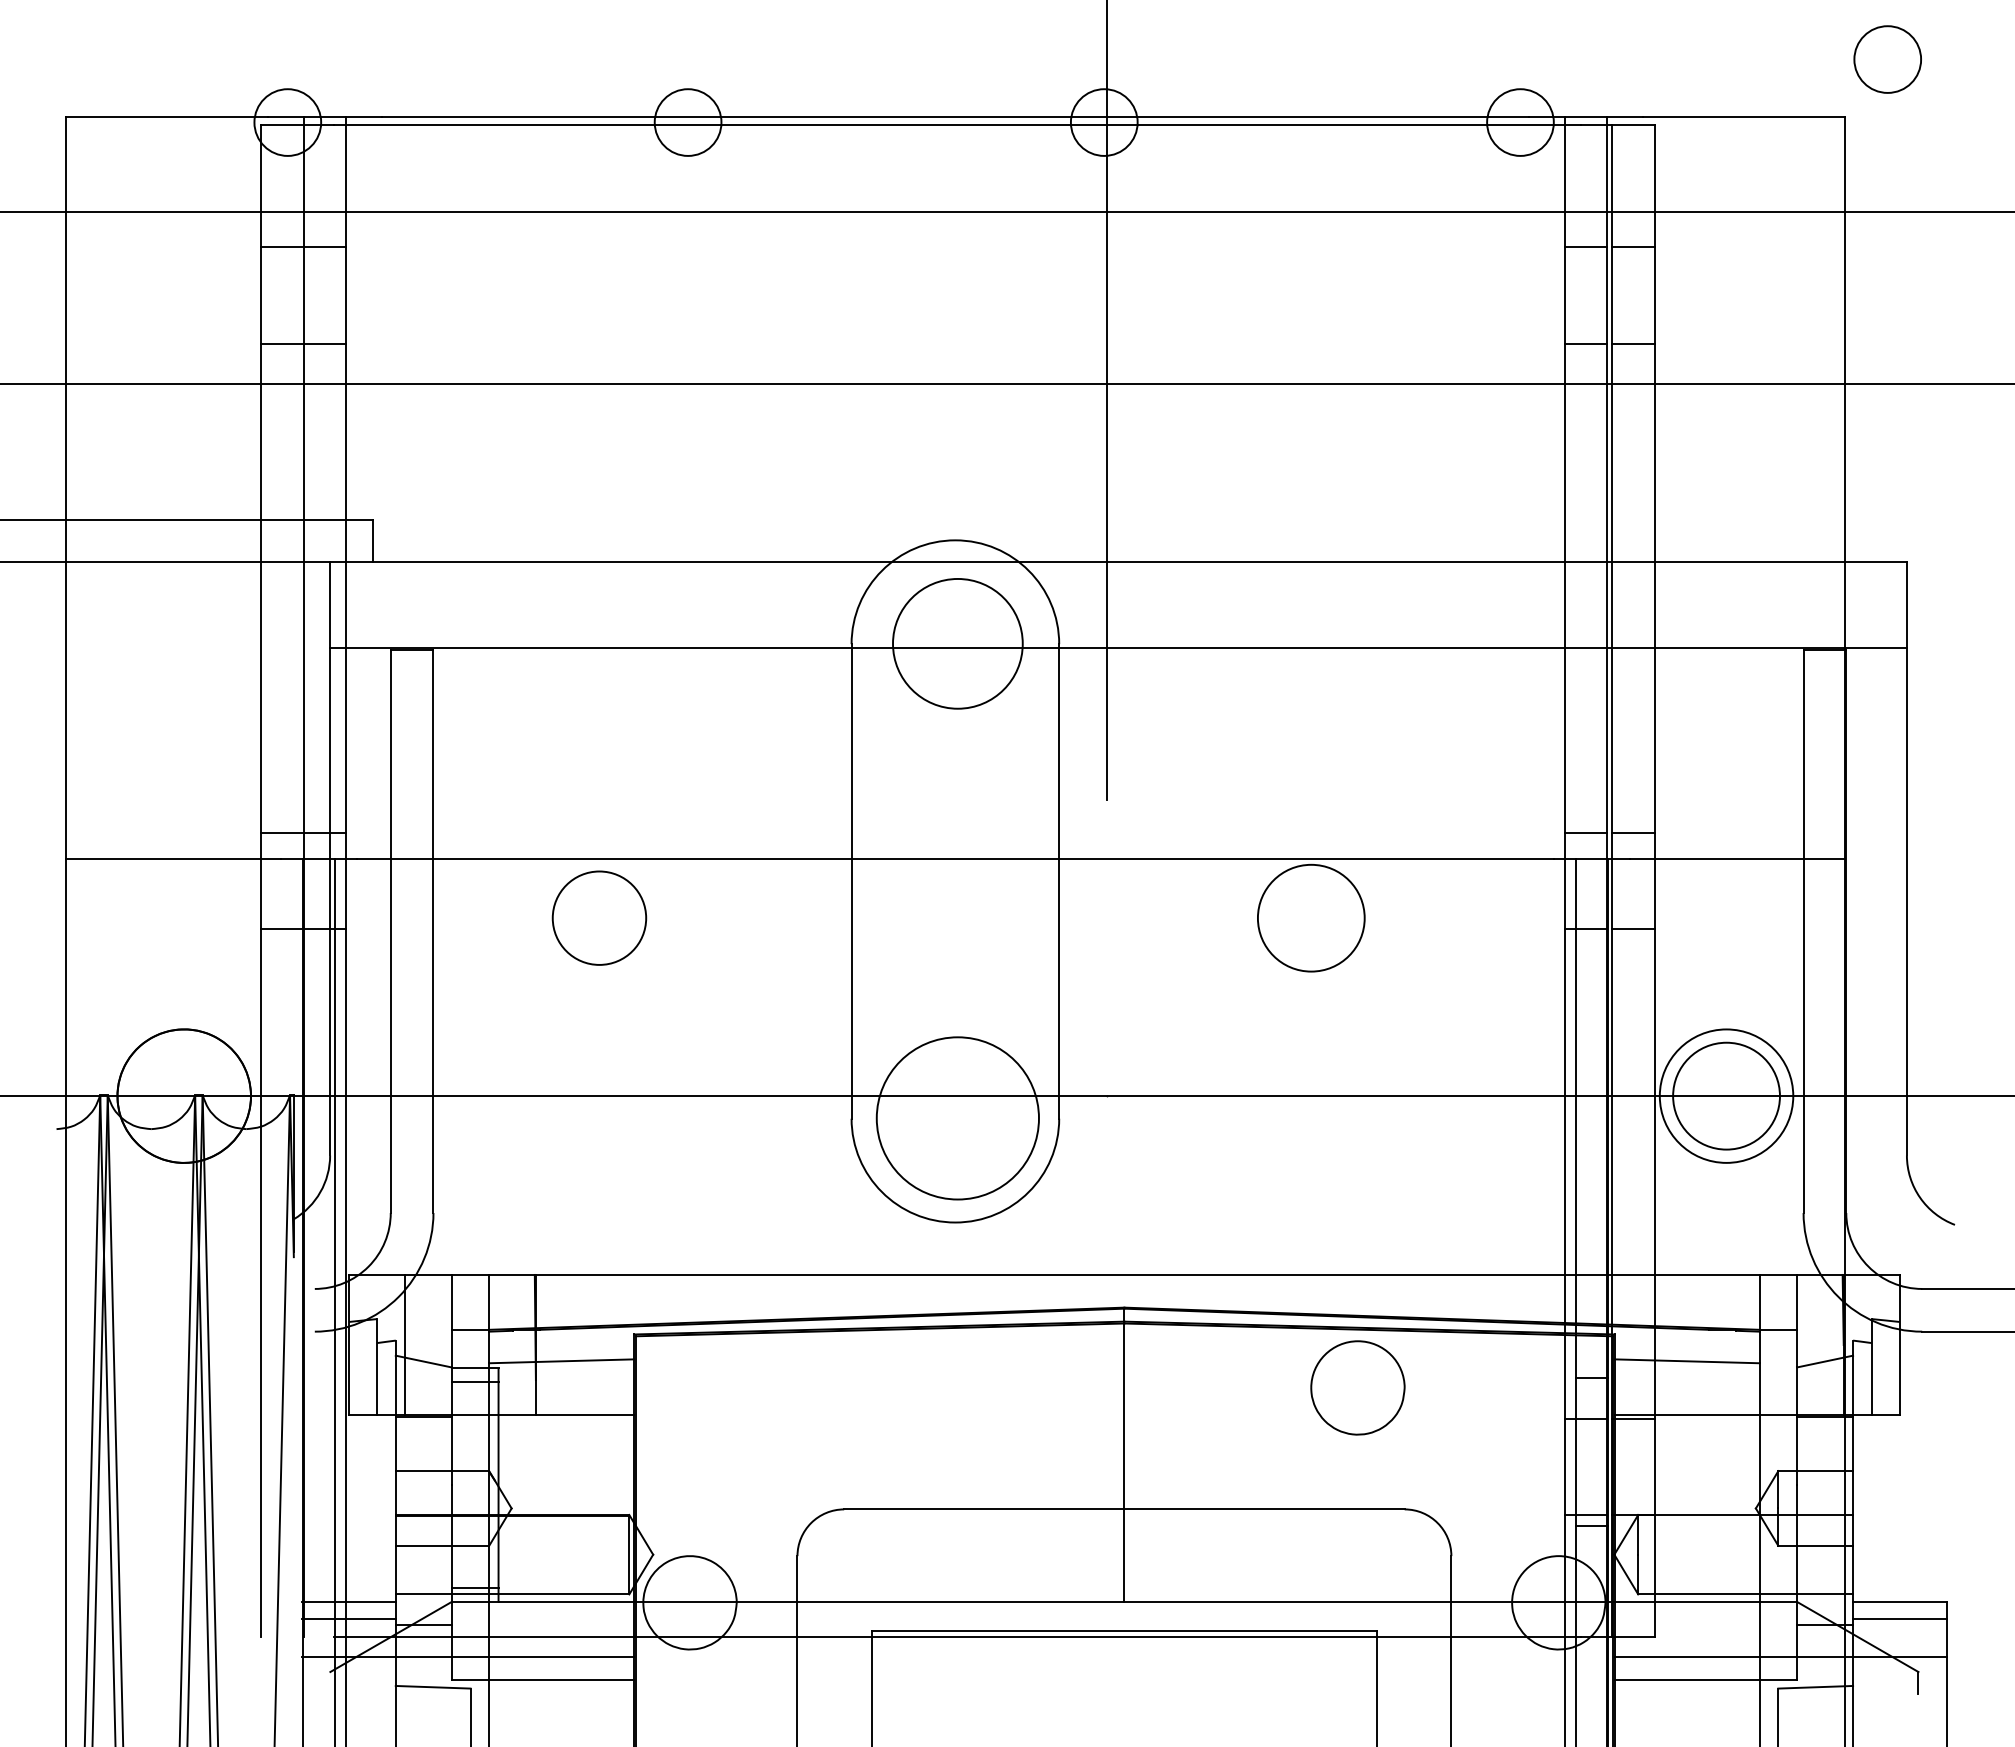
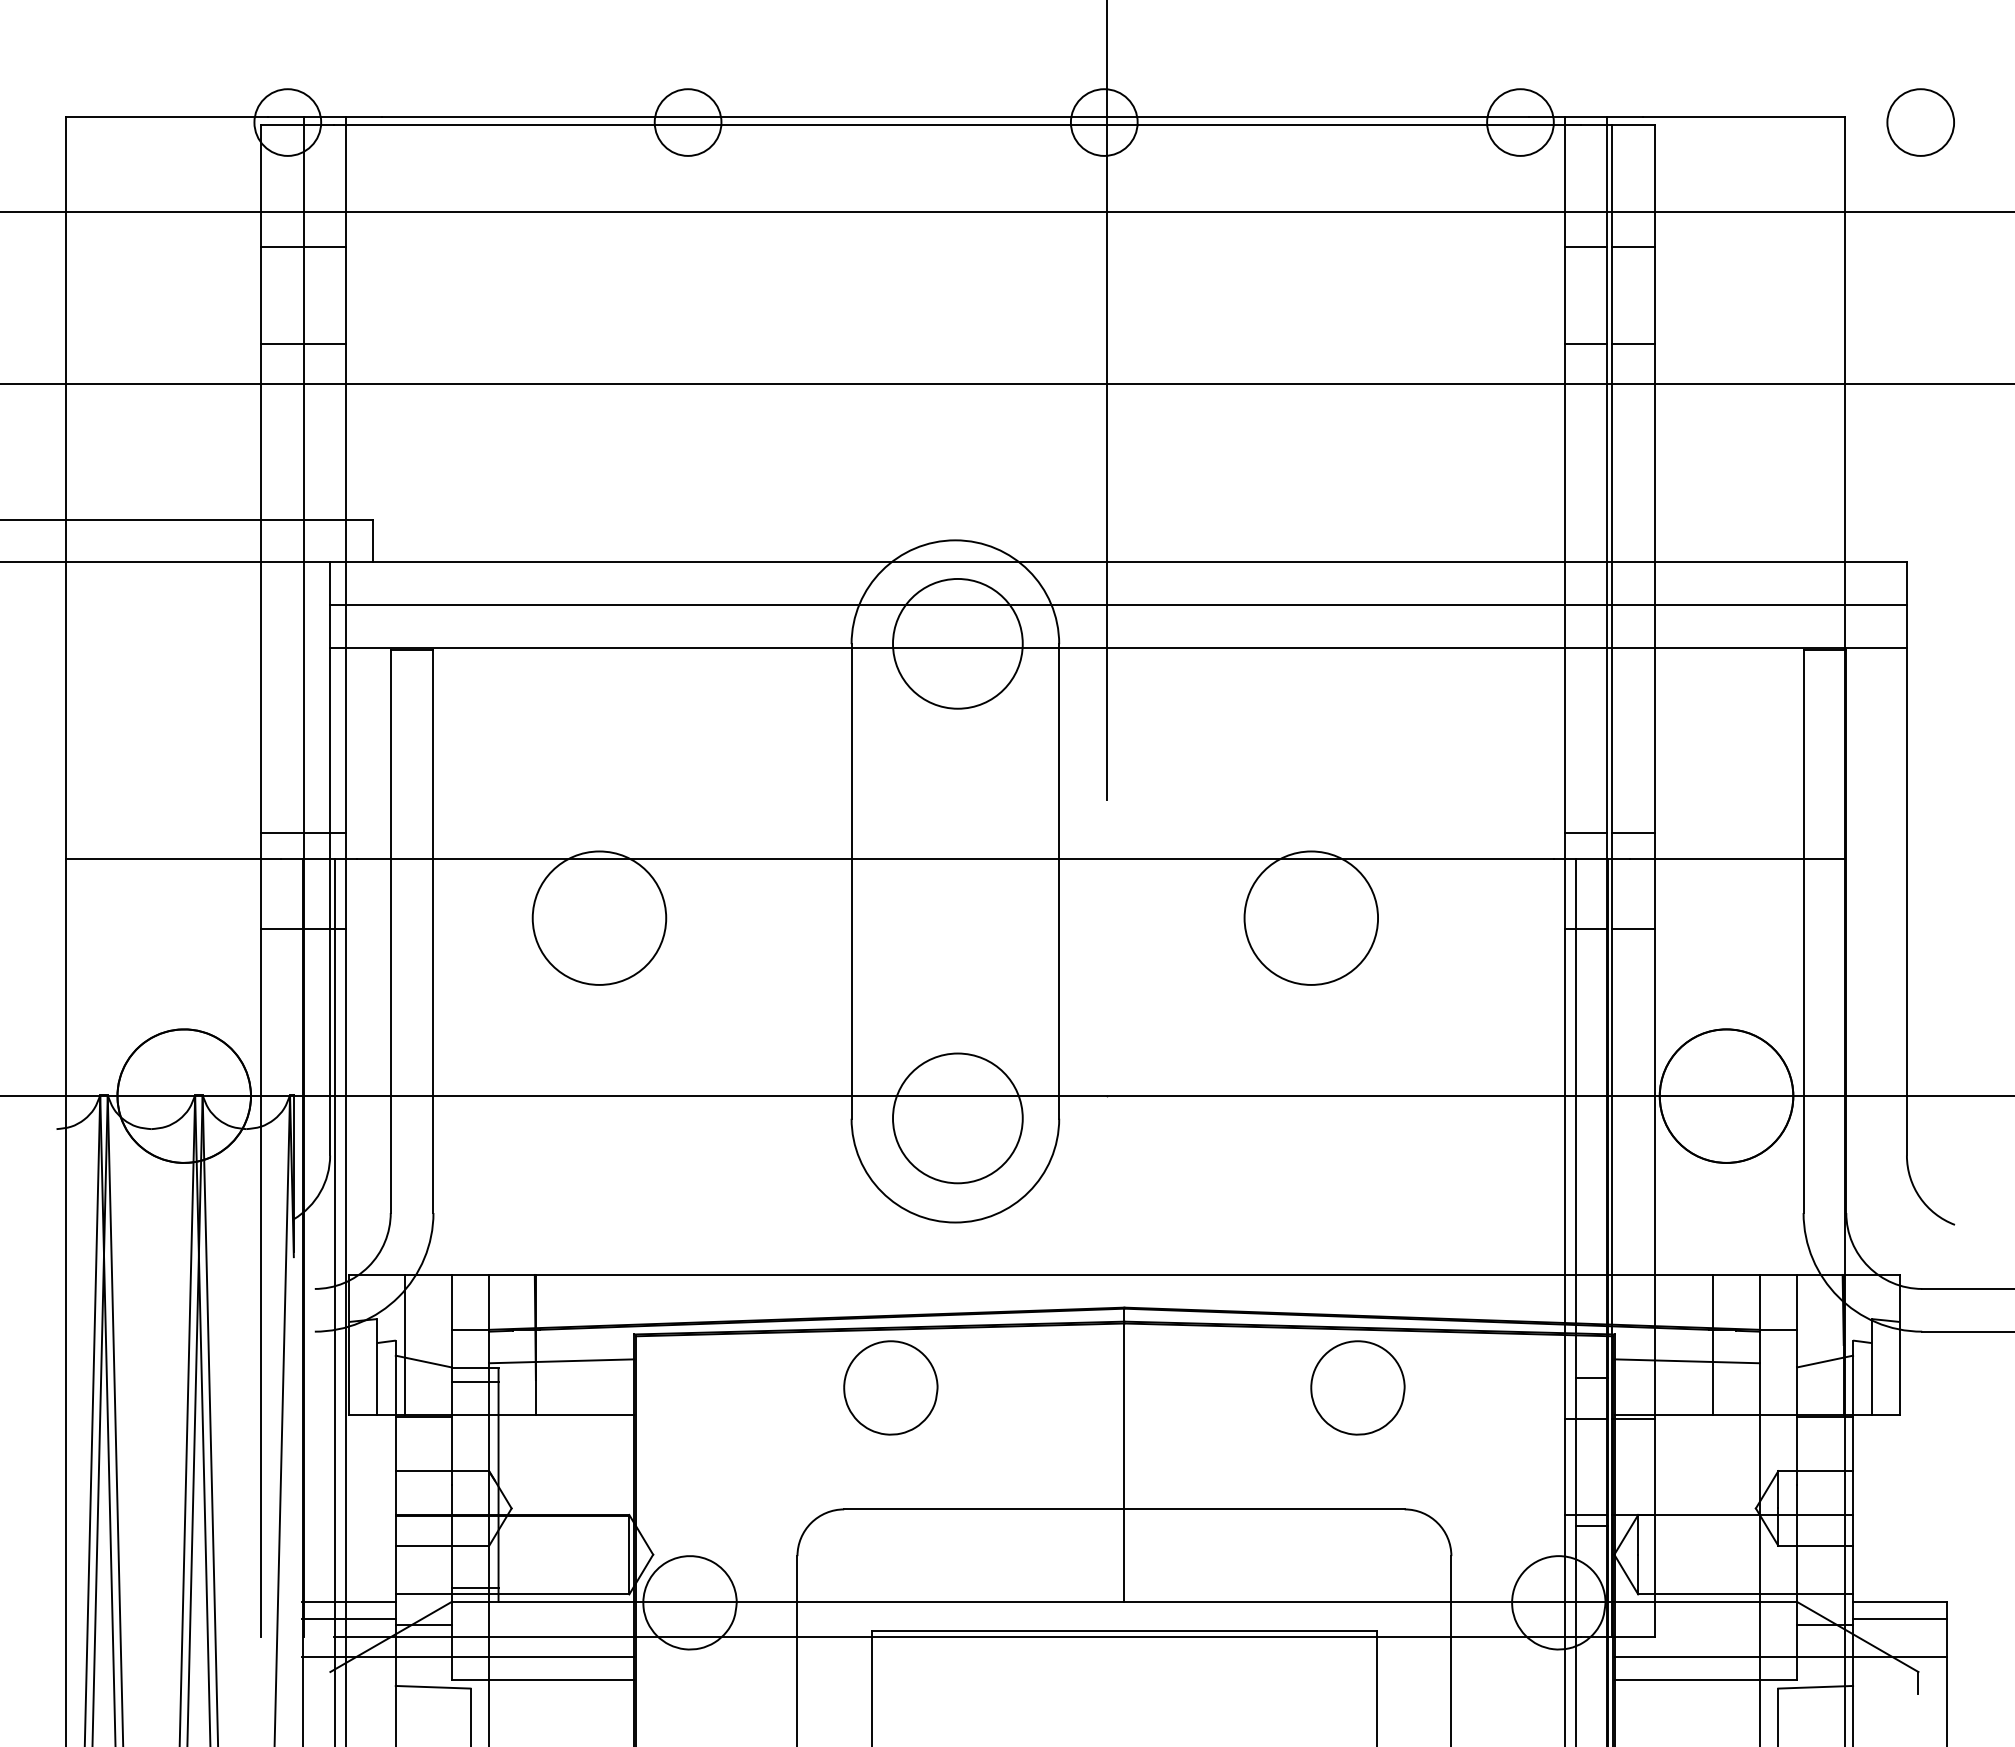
circle at (1887, 59) position: (1887, 59) -> (1920, 122)
line at (1118, 605): none -> present
circle at (599, 917) diameter: 93 px -> 133 px
circle at (1310, 917) diameter: 107 px -> 133 px
circle at (1726, 1095) diameter: 107 px -> 134 px
circle at (957, 1118) diameter: 162 px -> 130 px
line at (1712, 1344): none -> present
part at (890, 1387): none -> present
